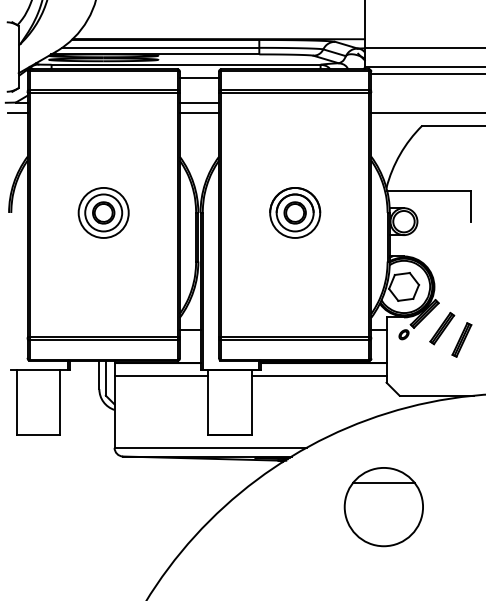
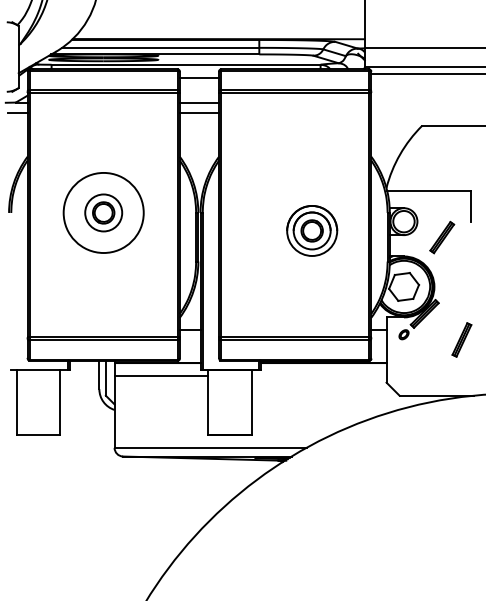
line at (426, 112): present -> none
circle at (103, 212) diameter: 50 px -> 80 px
part at (295, 212) position: (295, 212) -> (312, 230)
part at (442, 328) position: (442, 328) -> (442, 237)
line at (318, 376): present -> none
part at (383, 507): present -> none
